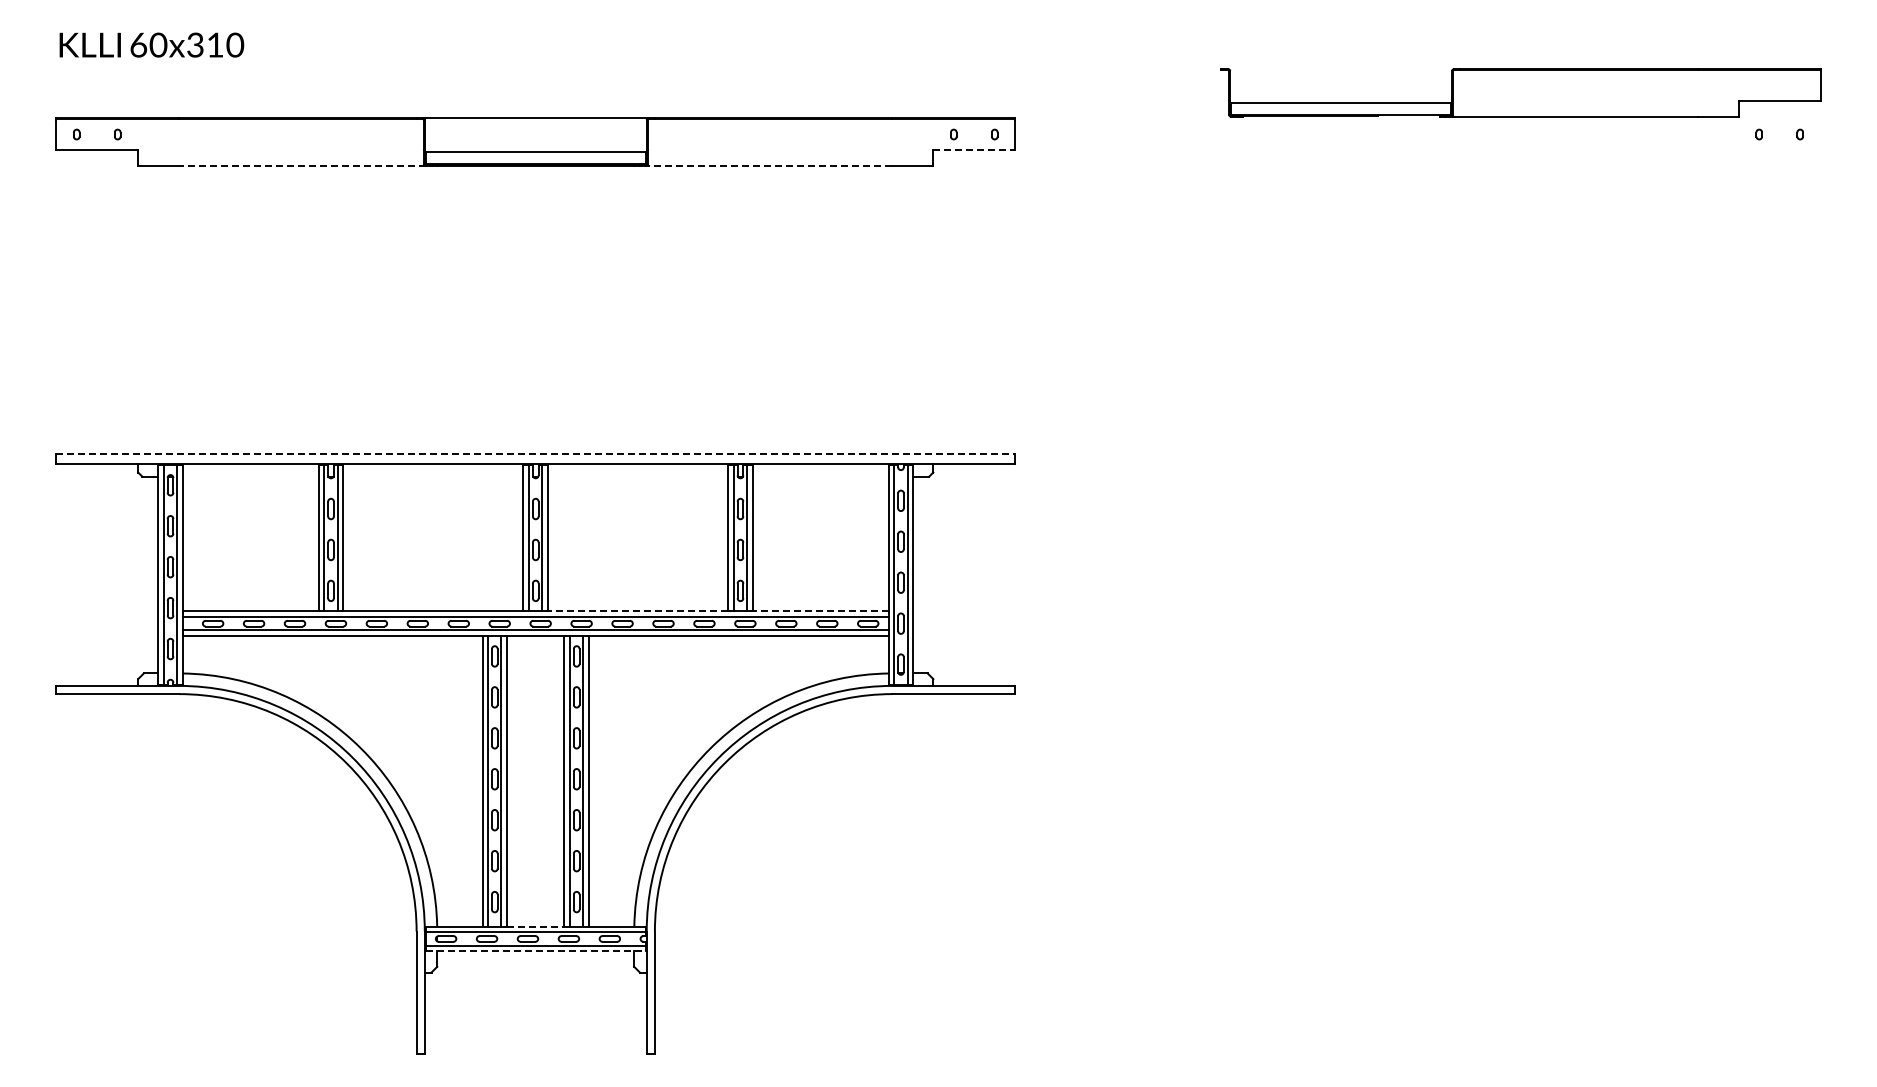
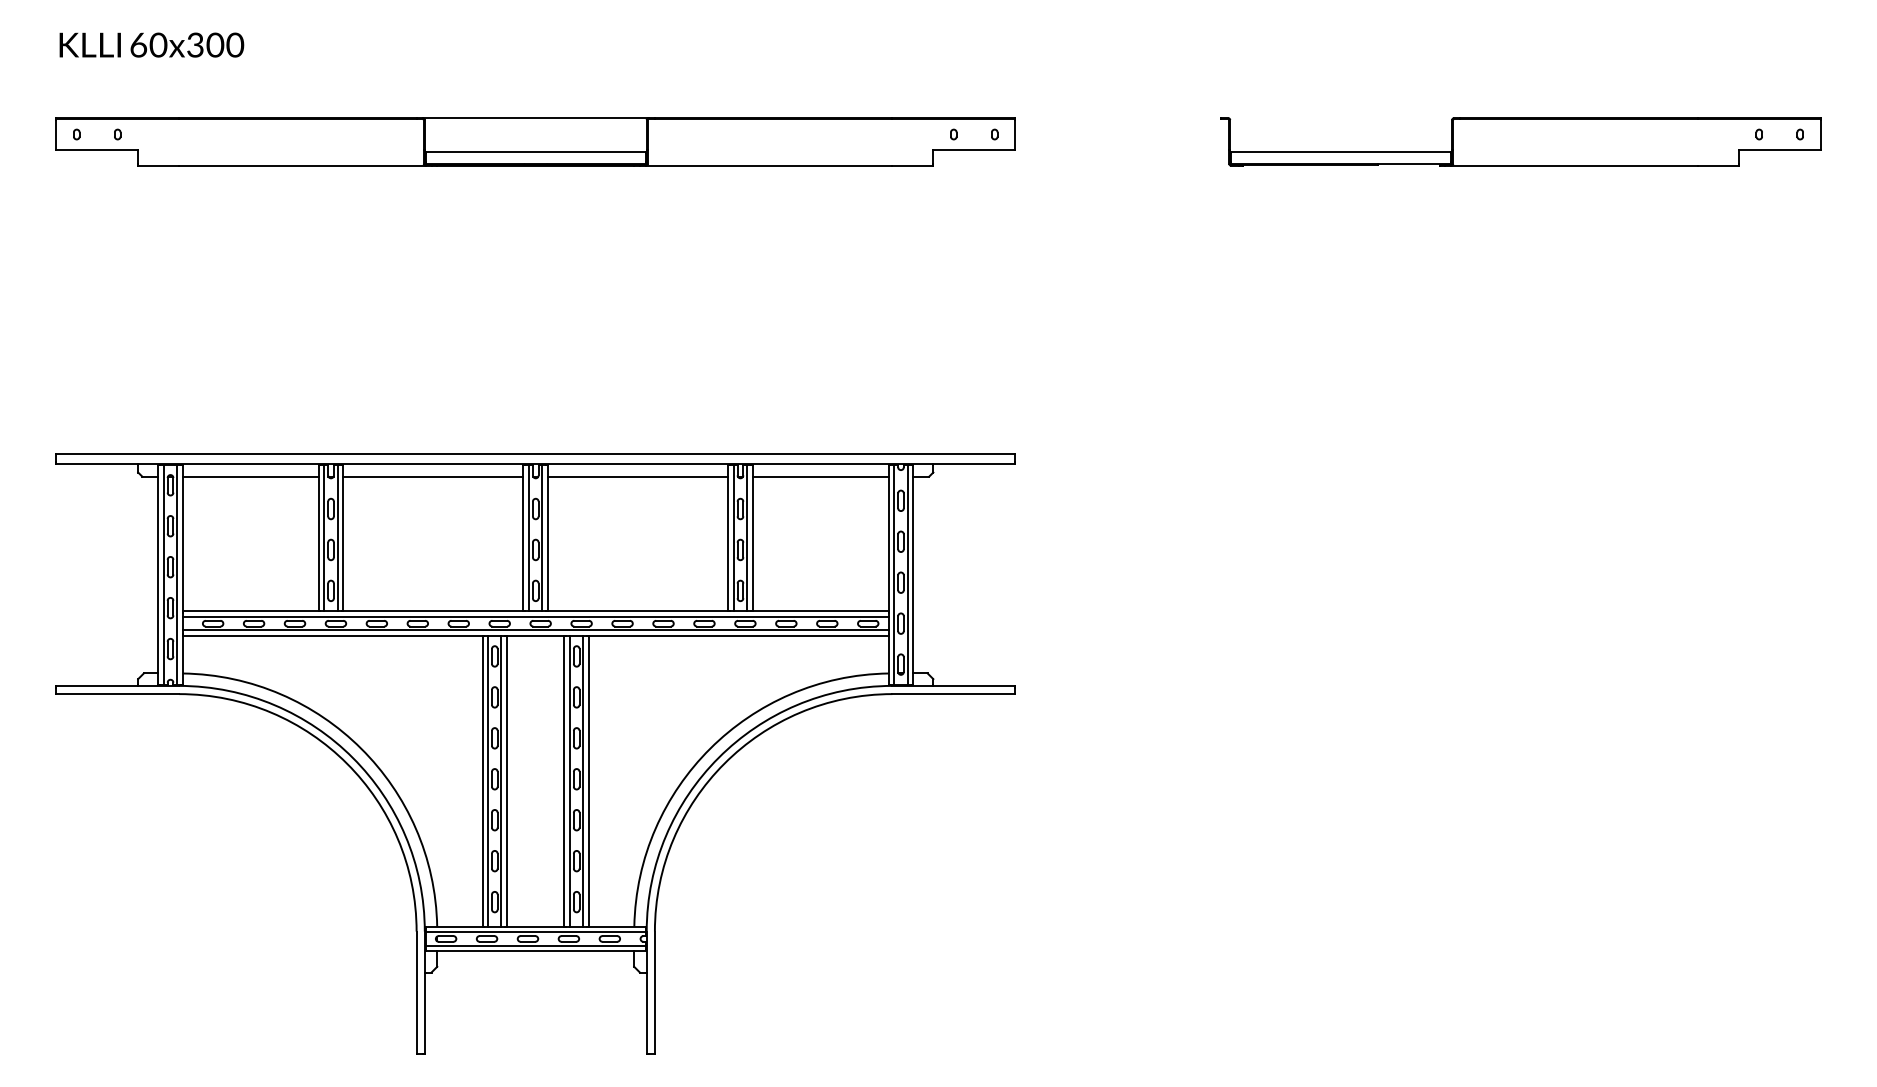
text at (215, 44): 60x310 -> 60x300
part at (1520, 92) position: (1520, 92) -> (1520, 141)
line at (974, 150): dashed -> solid
line at (301, 165): dashed -> solid
line at (768, 165): dashed -> solid
line at (536, 454): dashed -> solid
line at (250, 476): none -> present
line at (433, 476): none -> present
line at (638, 476): none -> present
line at (820, 476): none -> present
line at (637, 611): dashed -> solid
line at (820, 611): dashed -> solid
line at (535, 926): dashed -> solid
line at (536, 951): dashed -> solid
